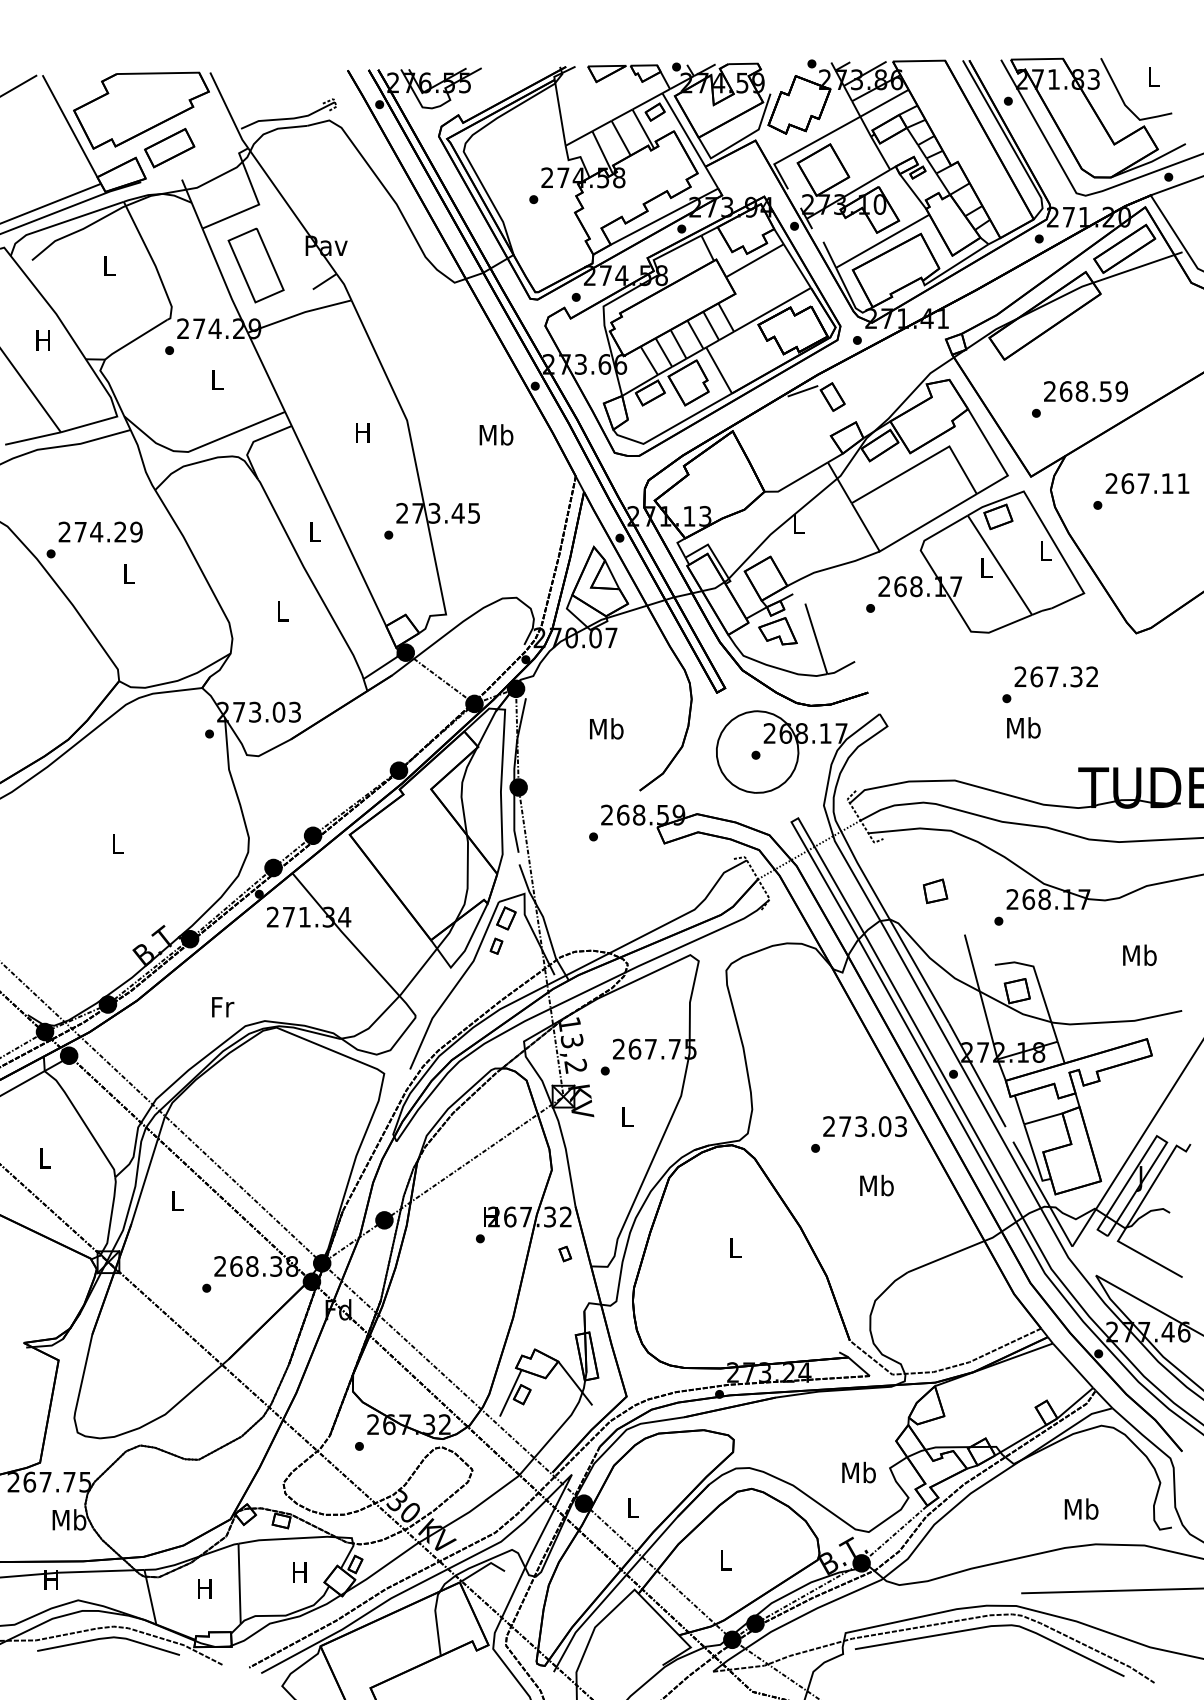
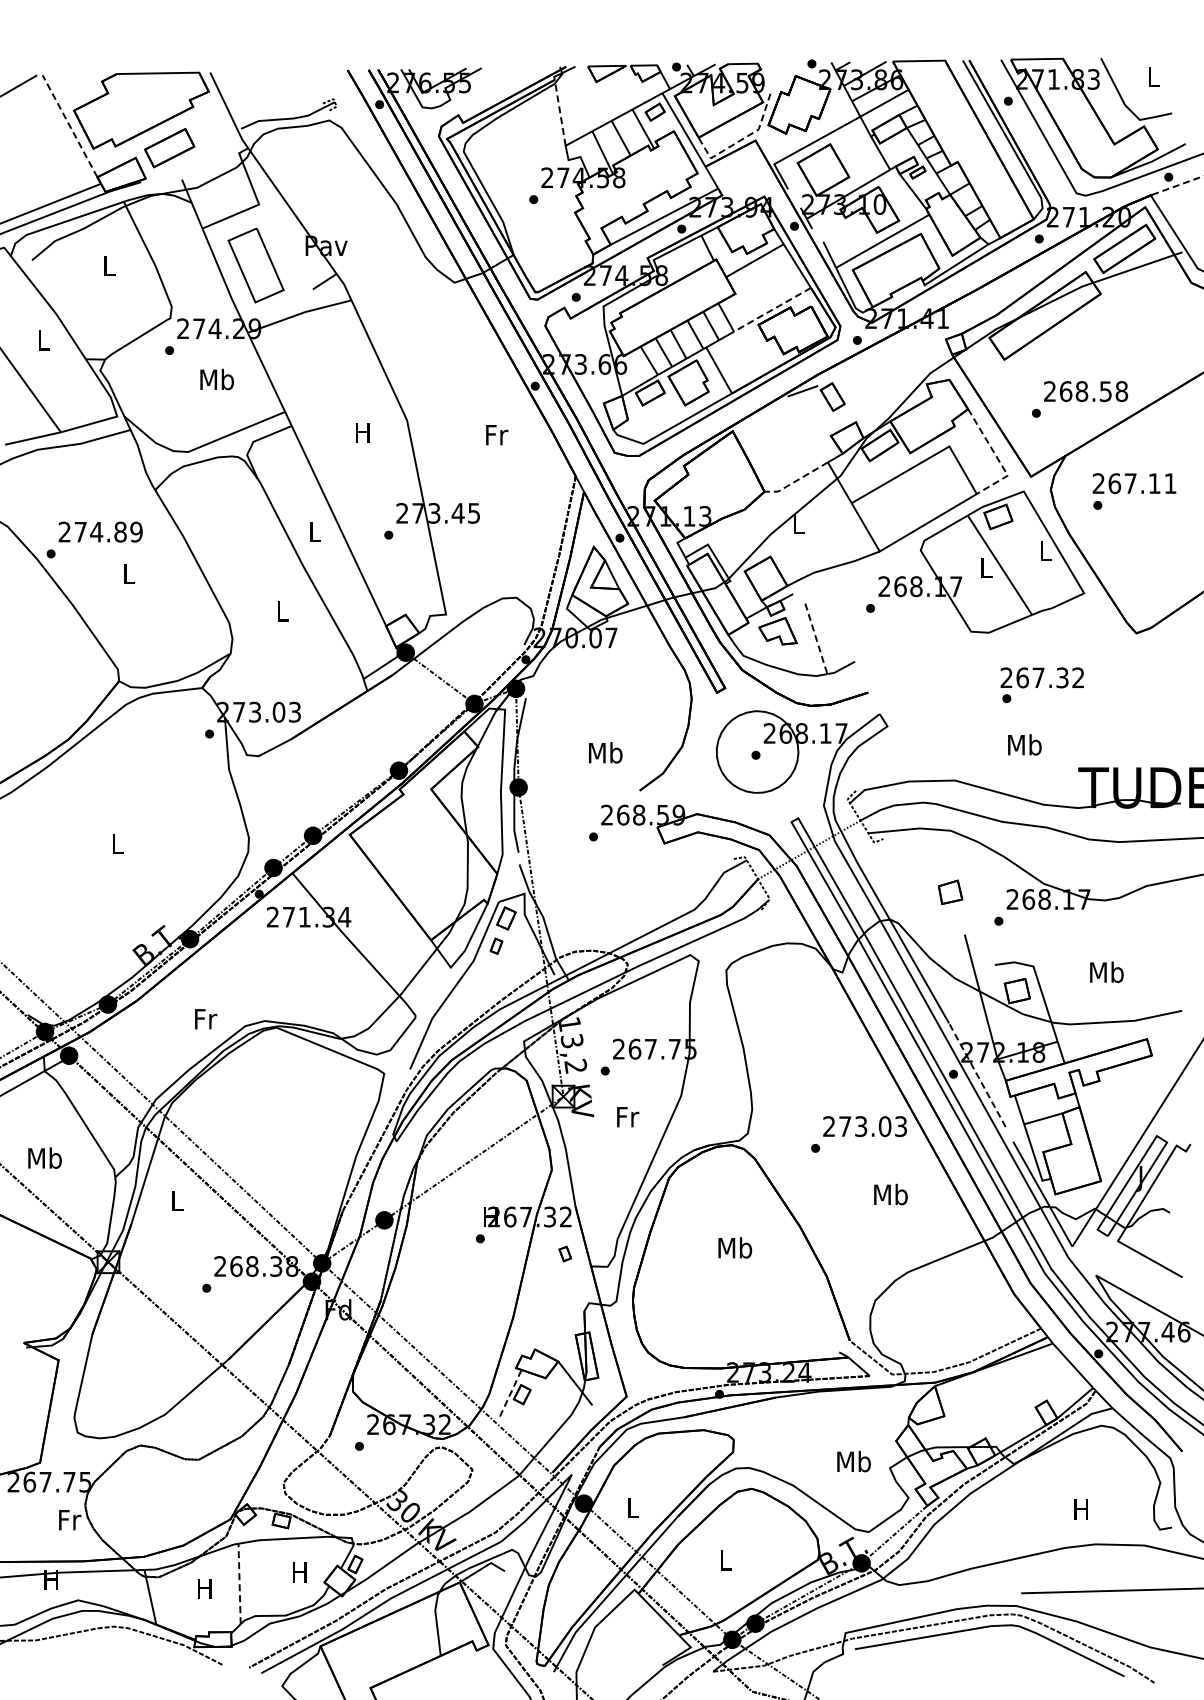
line at (560, 112): solid -> dashed
line at (70, 126): solid -> dashed
line at (739, 140): solid -> dashed
line at (1178, 185): solid -> dashed
line at (772, 310): solid -> dashed
text at (42, 340): H -> L
text at (216, 379): L -> Mb
text at (1121, 391): 268.59 -> 268.58
text at (496, 434): Mb -> Fr
line at (997, 458): solid -> dashed
line at (796, 481): solid -> dashed
text at (1147, 483) position: (1147, 483) -> (1134, 483)
text at (120, 531): 274.29 -> 274.89
line at (816, 638): solid -> dashed
text at (1055, 676) position: (1055, 676) -> (1041, 677)
text at (1023, 727) position: (1023, 727) -> (1024, 744)
text at (606, 728) position: (606, 728) -> (605, 752)
part at (935, 891) position: (935, 891) -> (950, 892)
text at (1139, 954) position: (1139, 954) -> (1106, 971)
text at (223, 1007) position: (223, 1007) -> (206, 1019)
line at (977, 1074): solid -> dashed
text at (628, 1117): L -> Fr
text at (44, 1157): L -> Mb
text at (876, 1185) position: (876, 1185) -> (890, 1194)
text at (735, 1247): L -> Mb
line at (510, 1393): solid -> dashed
text at (858, 1472) position: (858, 1472) -> (853, 1461)
text at (1081, 1508): Mb -> H
text at (69, 1519): Mb -> Fr
line at (239, 1583): solid -> dashed
line at (105, 1639): present -> none
